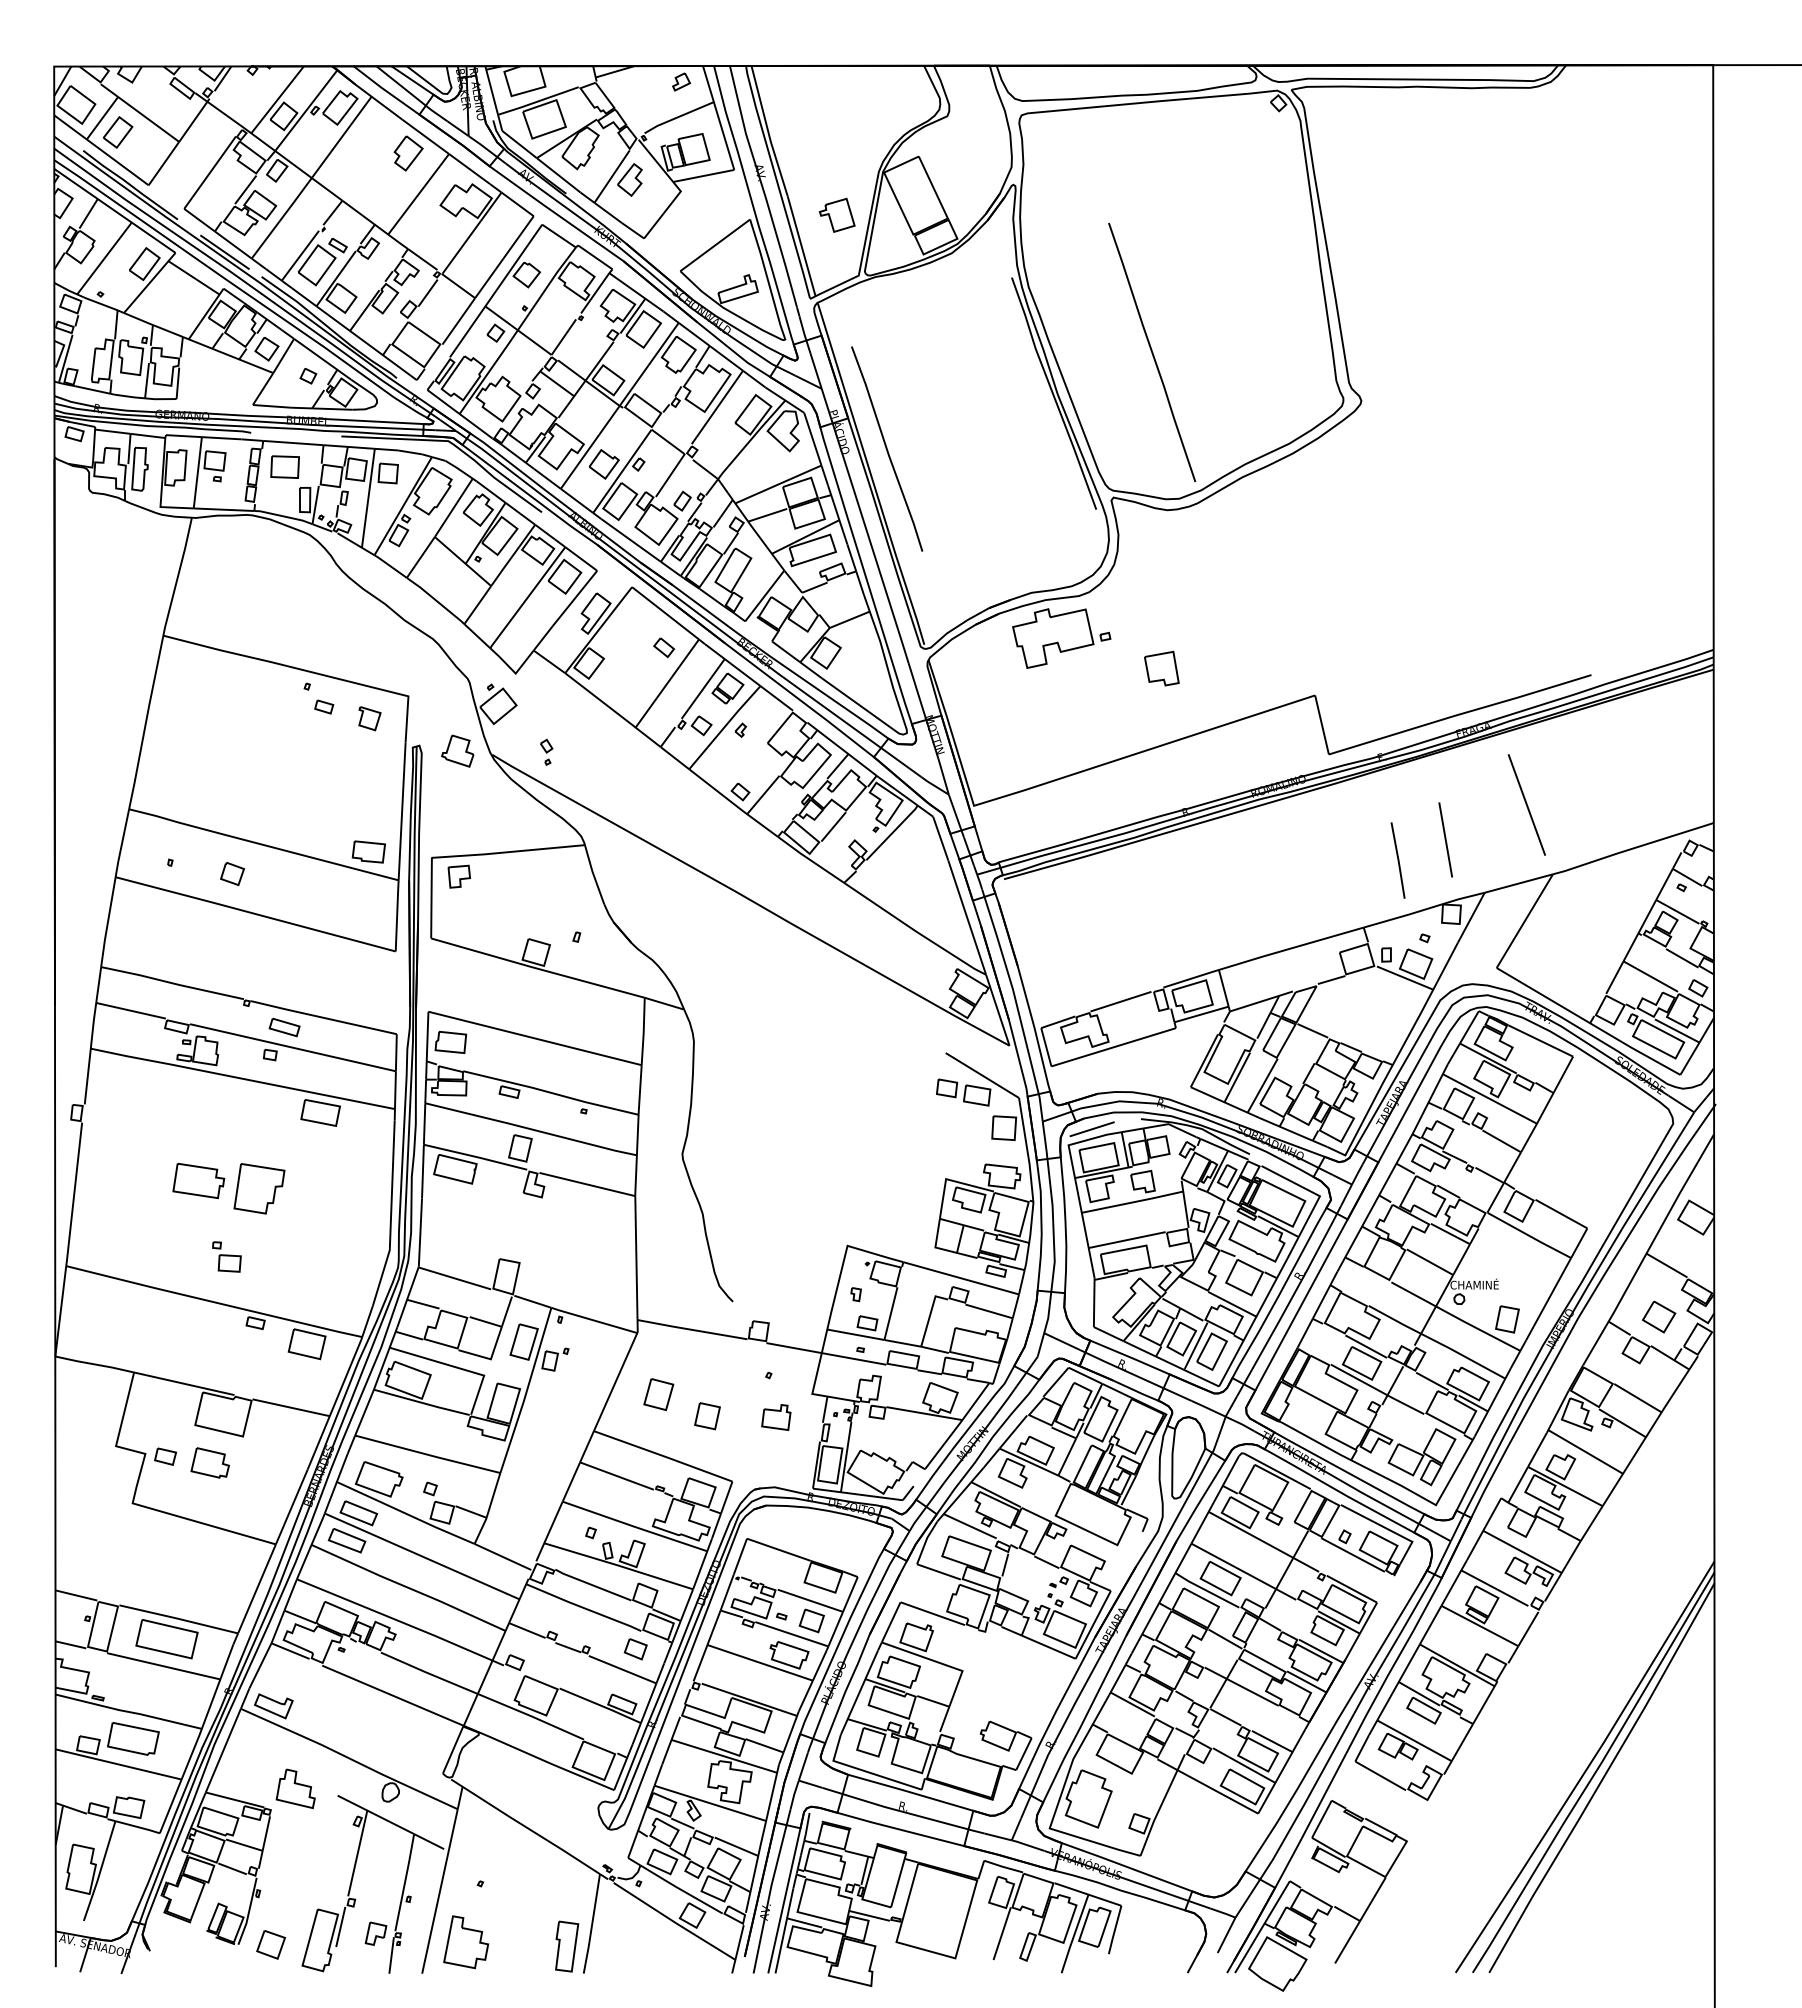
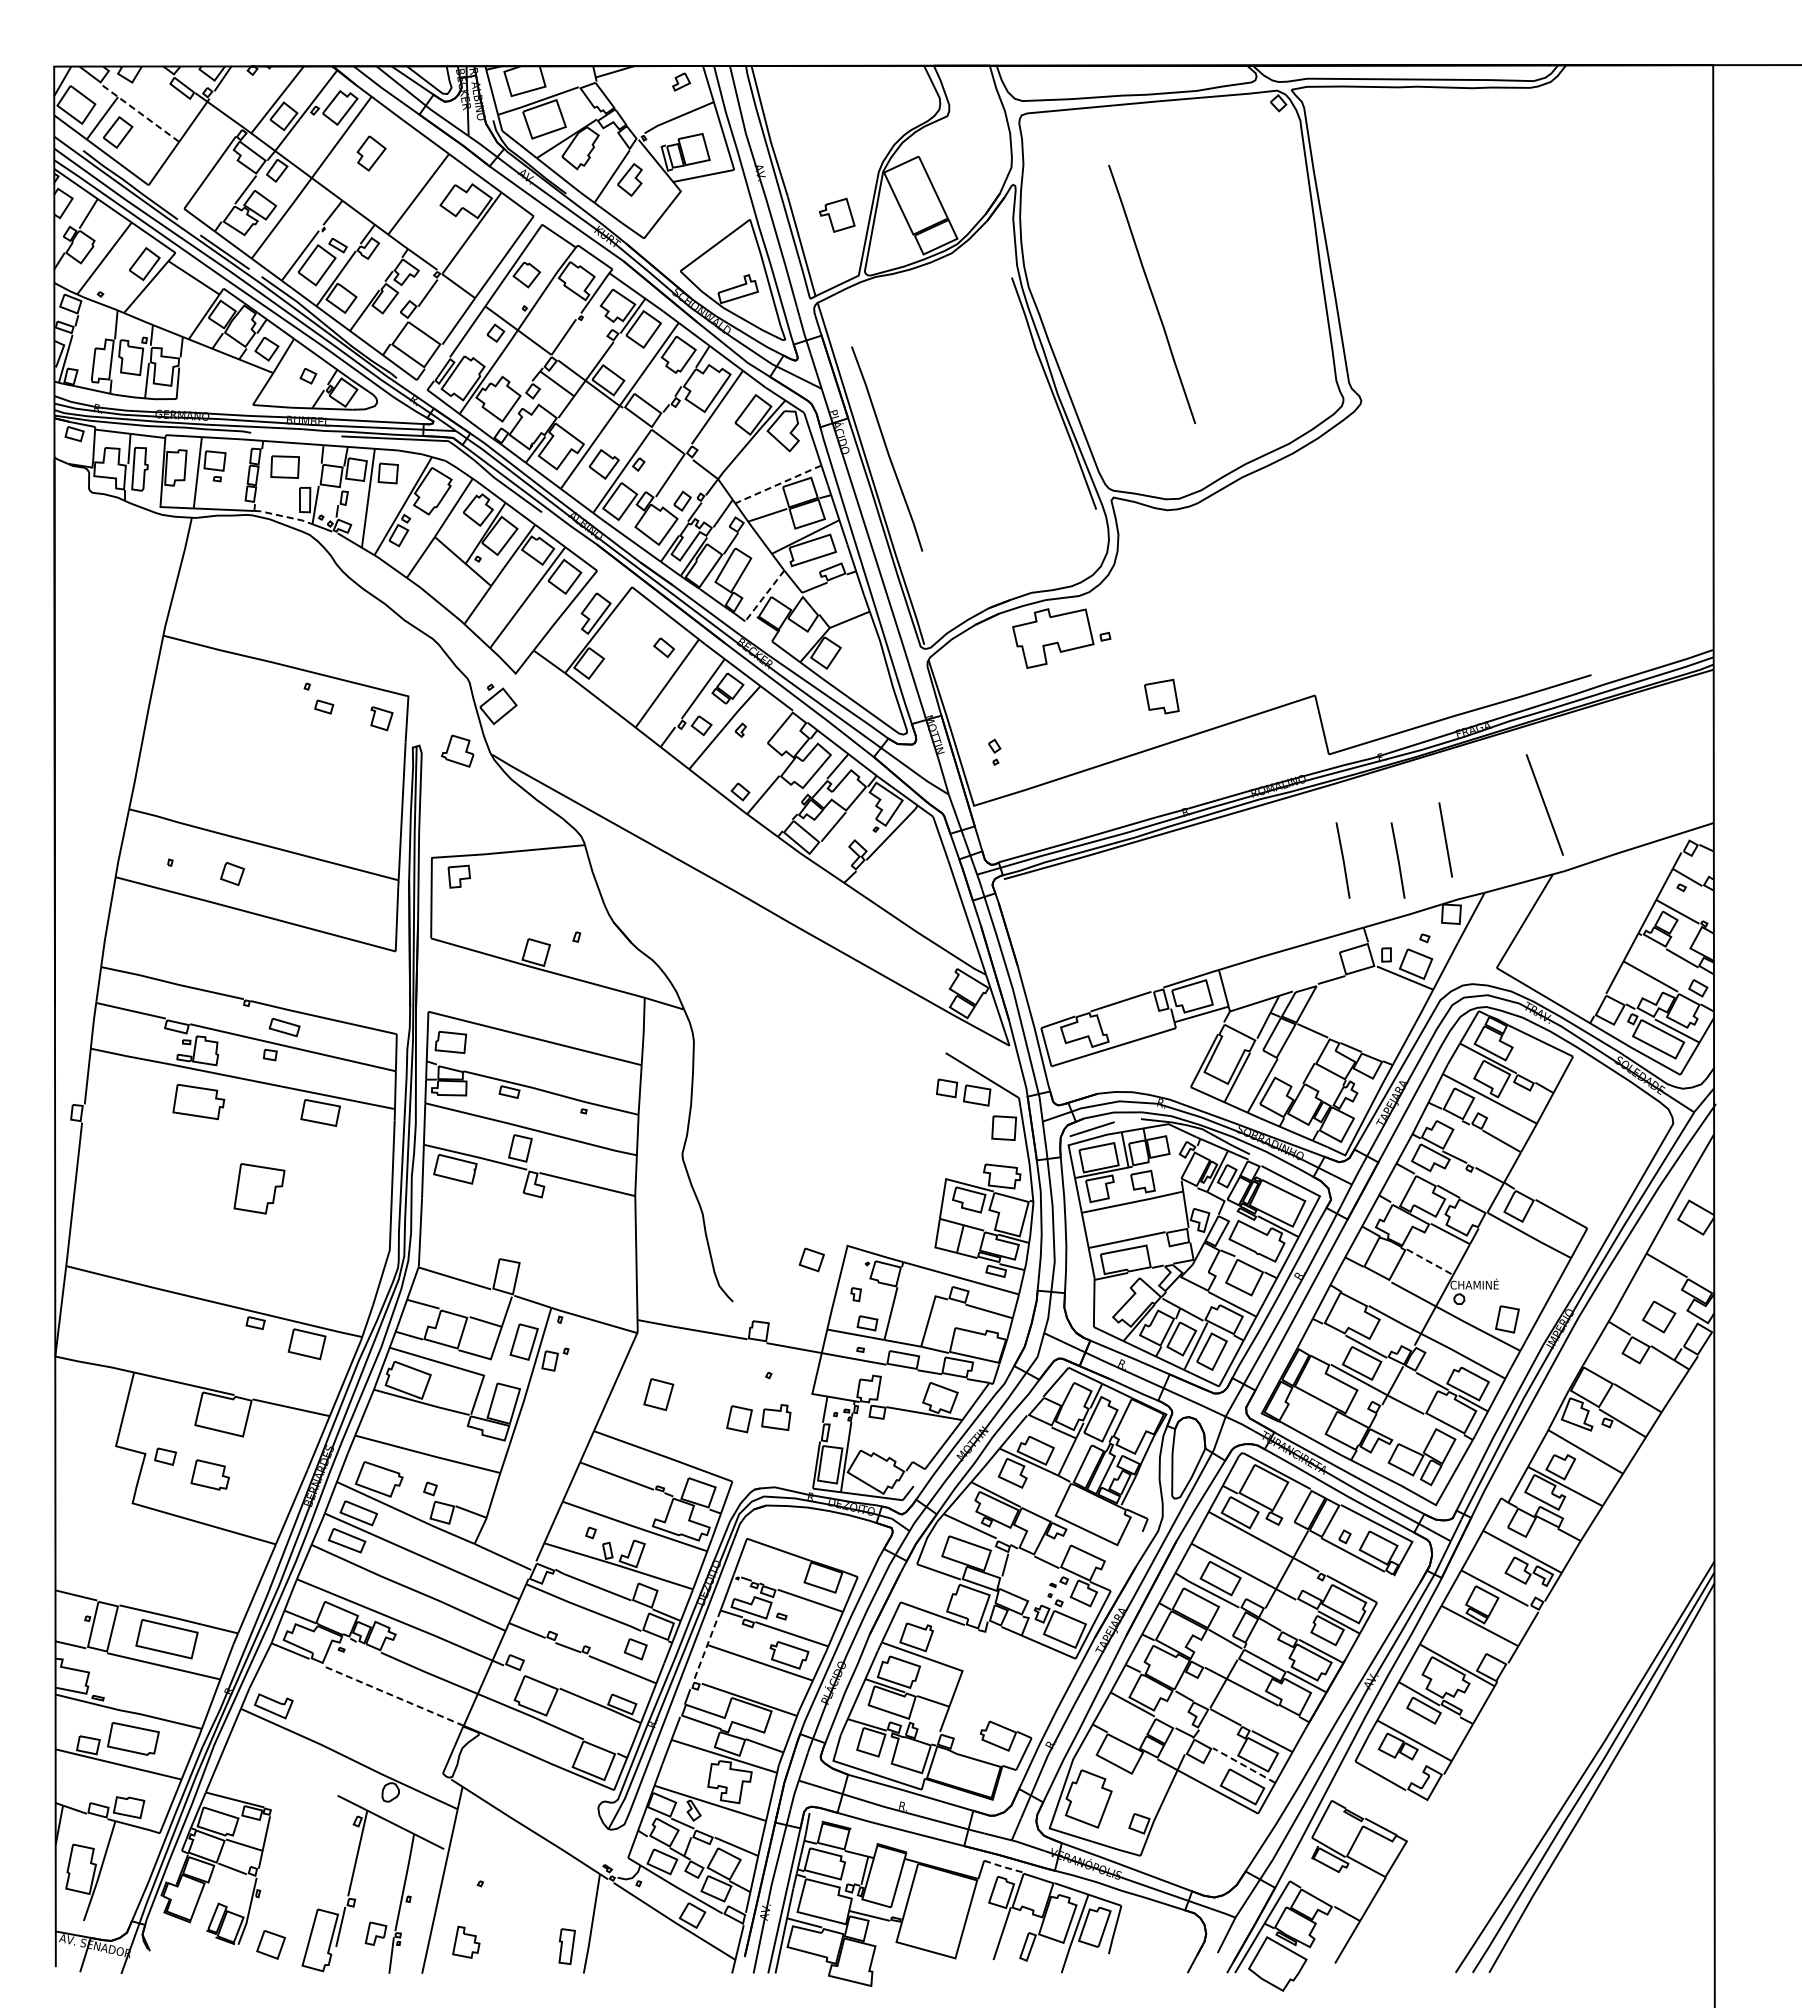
line at (140, 113): solid -> dashed
part at (408, 153) position: (408, 153) -> (371, 153)
line at (1152, 352) position: (1152, 352) -> (1152, 294)
line at (777, 484): solid -> dashed
line at (284, 516): solid -> dashed
line at (764, 596): solid -> dashed
part at (1161, 668) position: (1161, 668) -> (1161, 696)
part at (369, 718) position: (369, 718) -> (381, 718)
part at (546, 751) position: (546, 751) -> (994, 751)
line at (1526, 804) position: (1526, 804) -> (1544, 804)
part at (368, 851): present -> none
line at (1342, 860): none -> present
part at (198, 1180) position: (198, 1180) -> (198, 1101)
part at (226, 1256): present -> none
line at (1430, 1262): solid -> dashed
part at (707, 1416) position: (707, 1416) -> (739, 1419)
part at (209, 1462) position: (209, 1462) -> (209, 1474)
part at (811, 1620) position: (811, 1620) -> (811, 1259)
line at (706, 1646): solid -> dashed
line at (393, 1695): solid -> dashed
line at (1244, 1765): solid -> dashed
part at (295, 1788): present -> none
line at (1003, 1866): solid -> dashed
part at (466, 1942) size: 47x55 px -> 29x34 px
part at (567, 1946) size: 25x53 px -> 18x37 px
